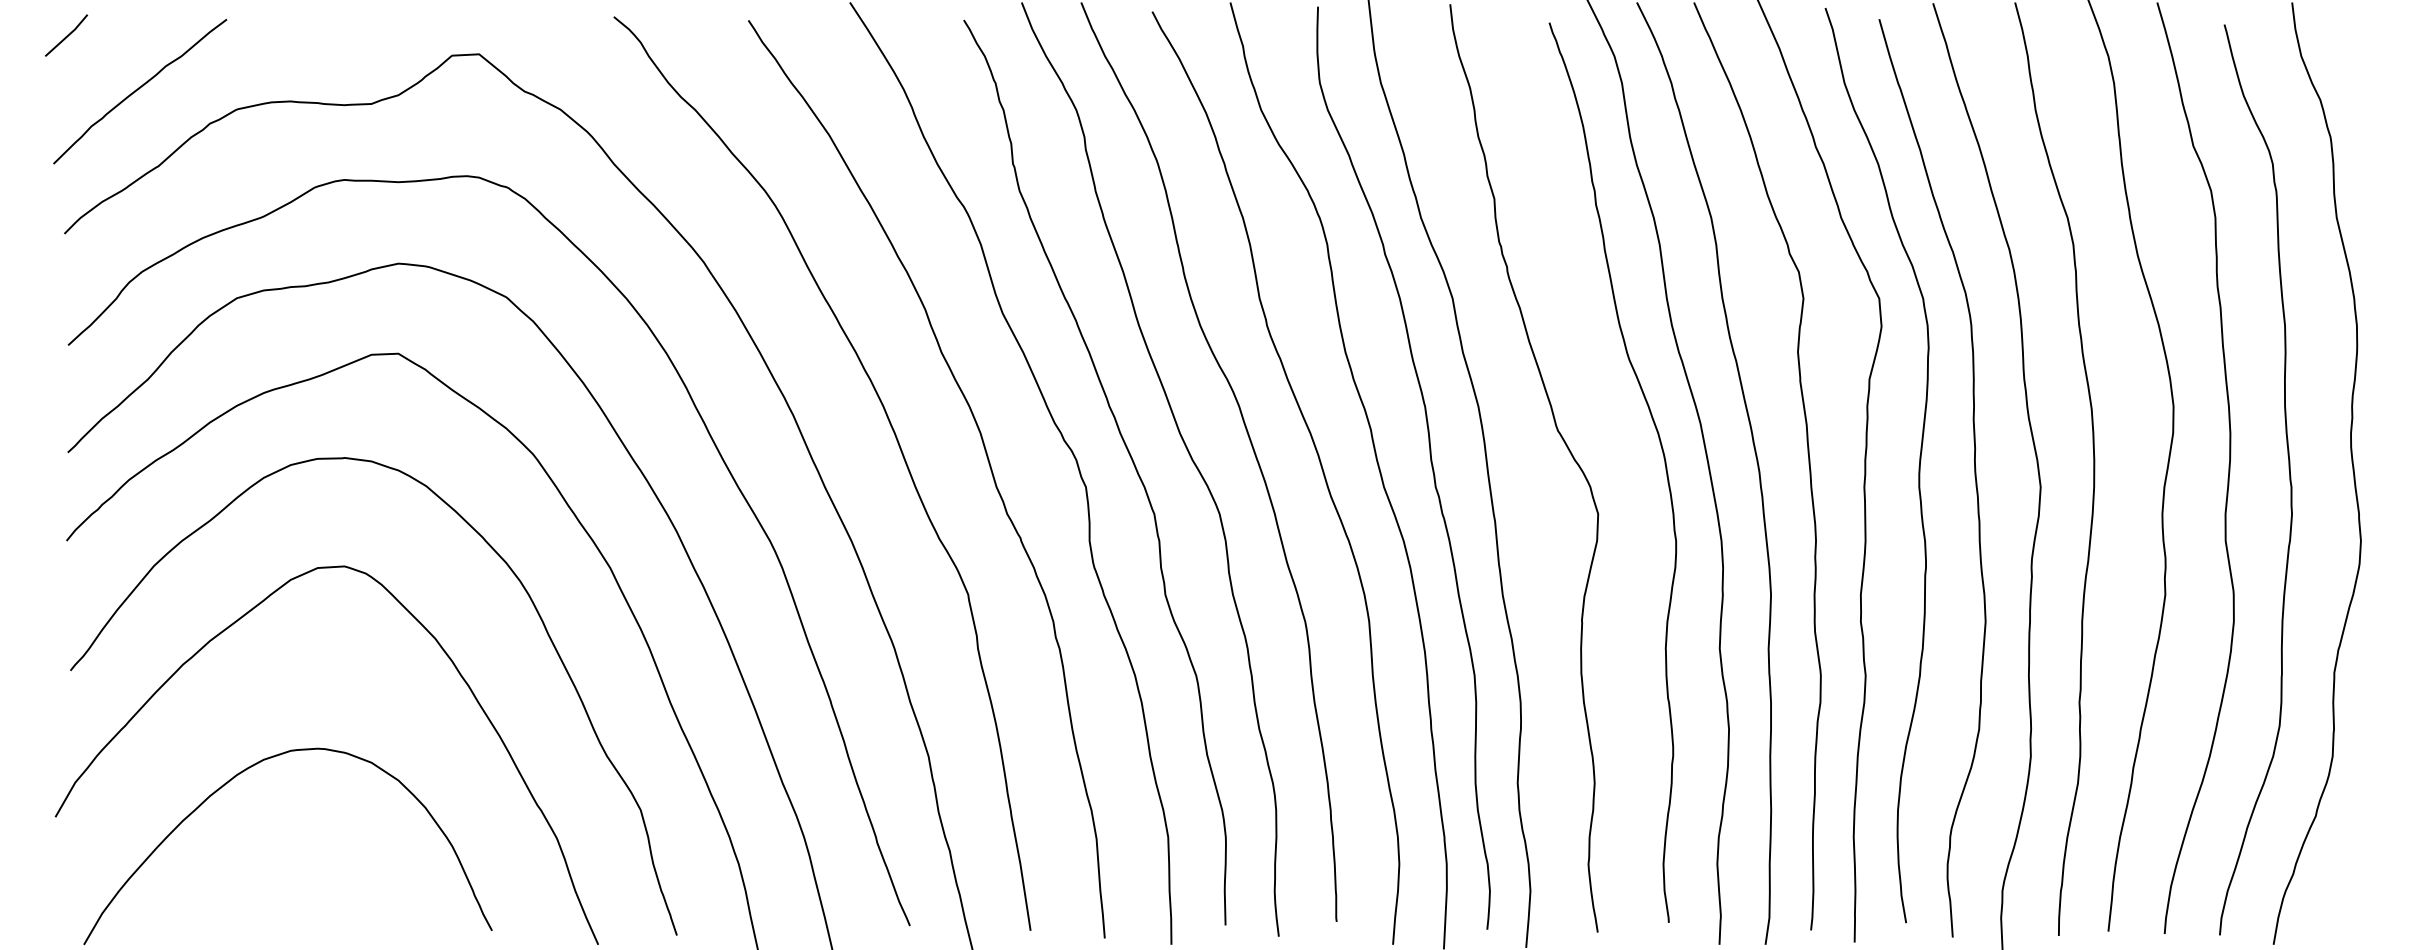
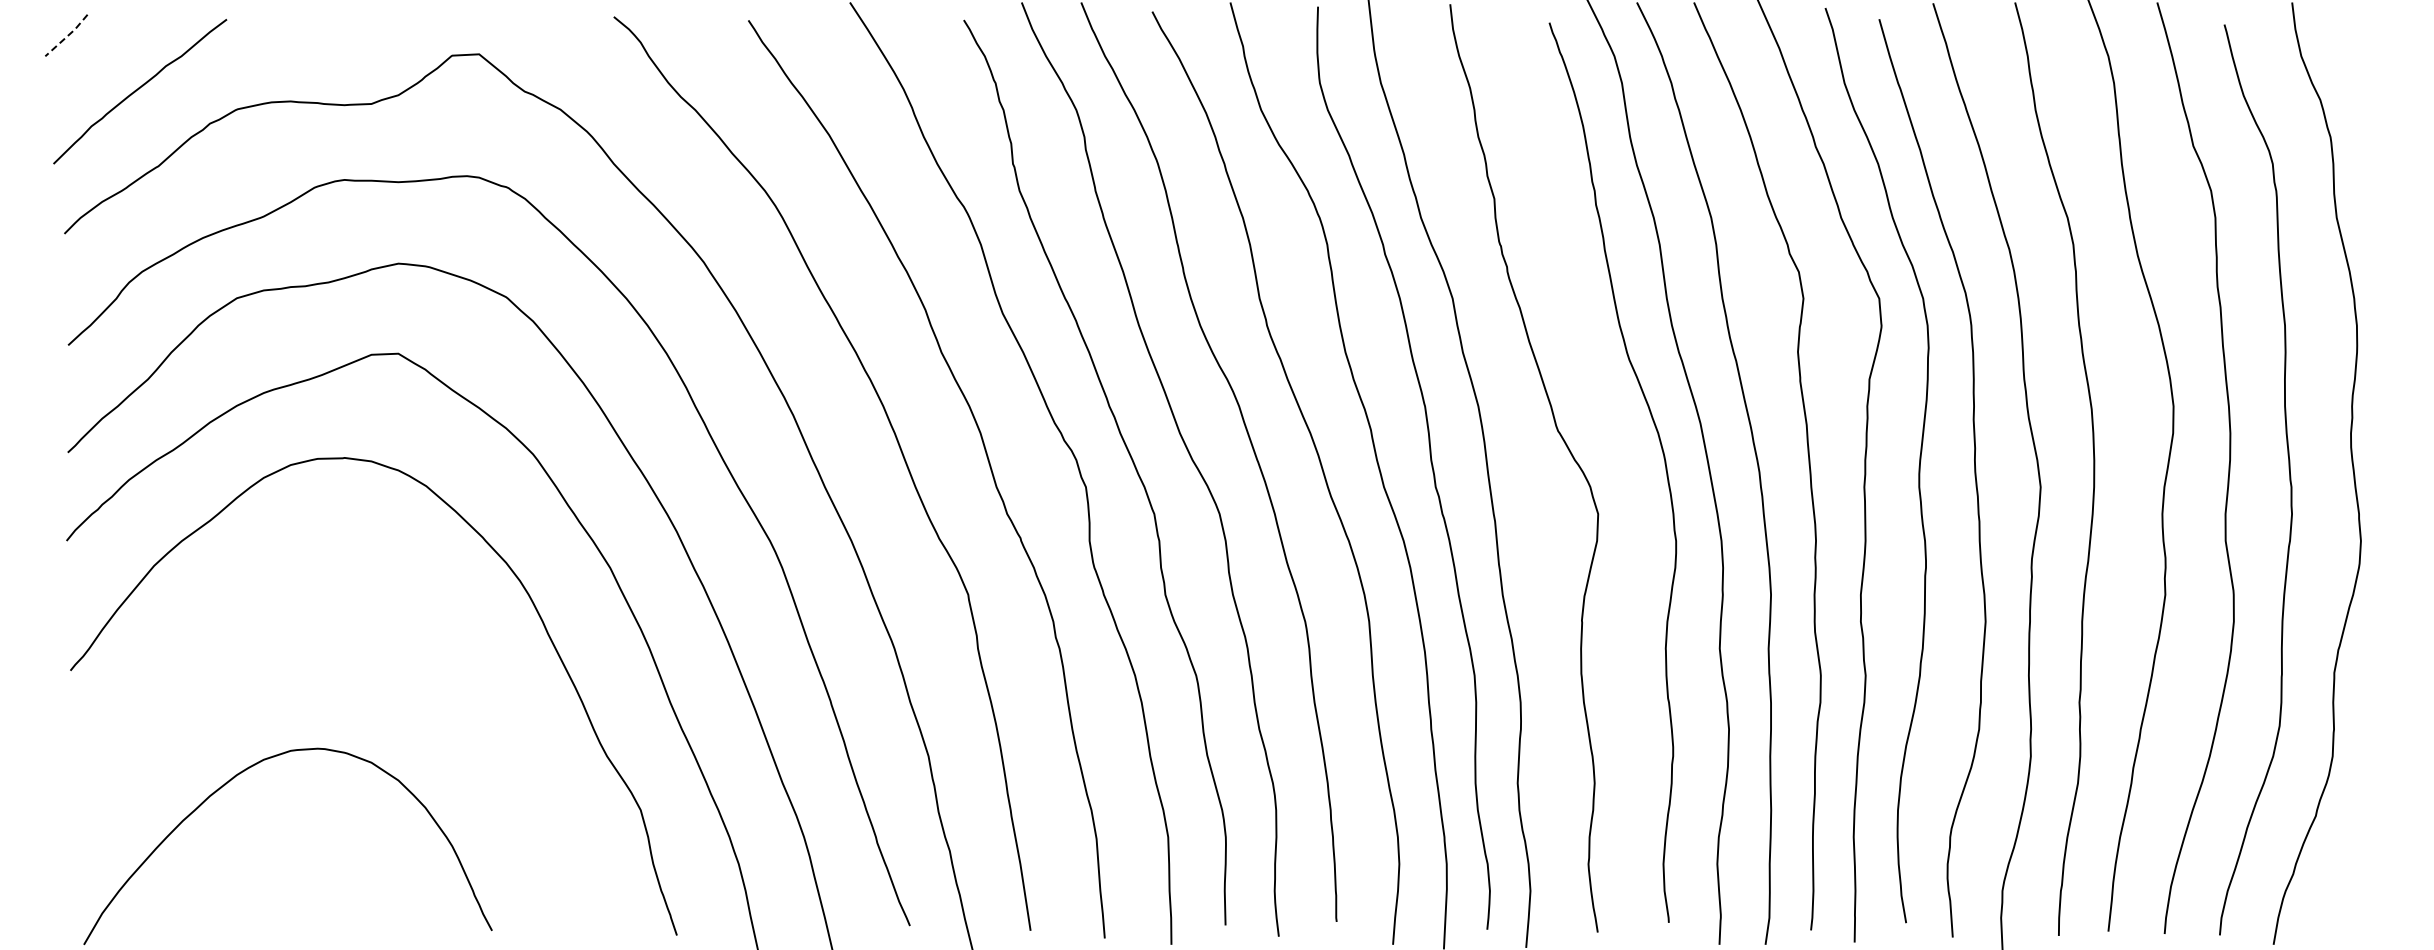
line at (67, 35): solid -> dashed
curve at (456, 670): present -> none
